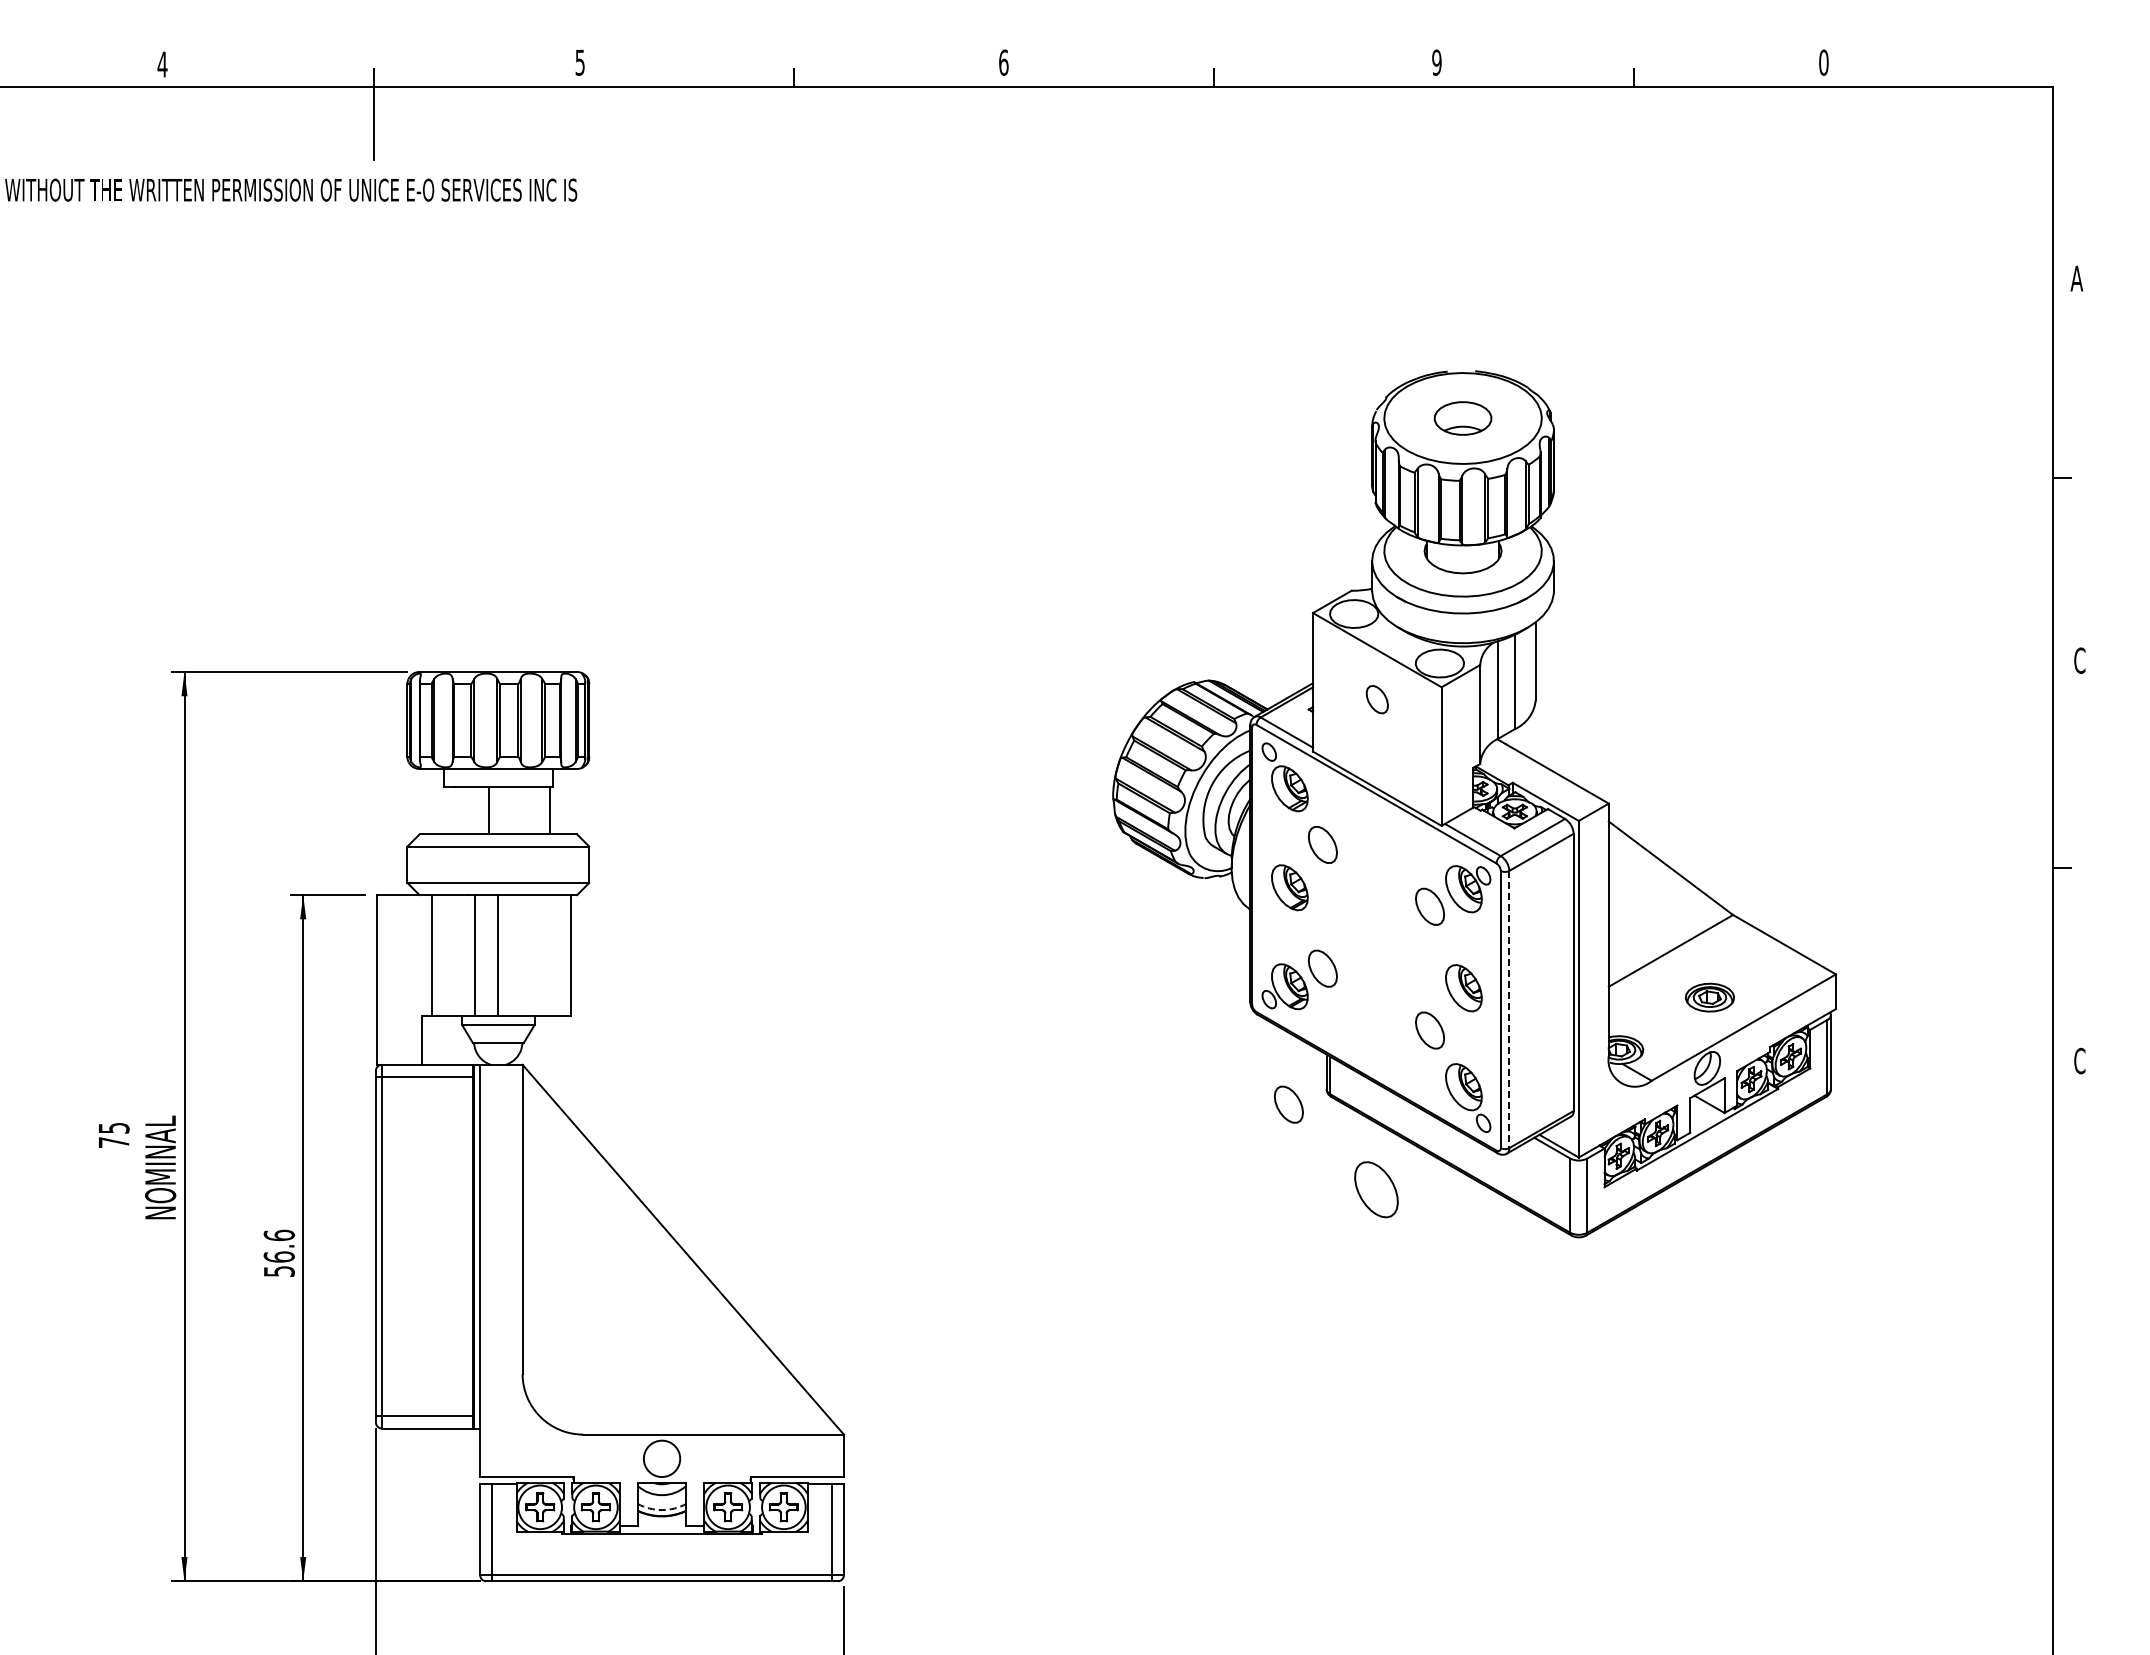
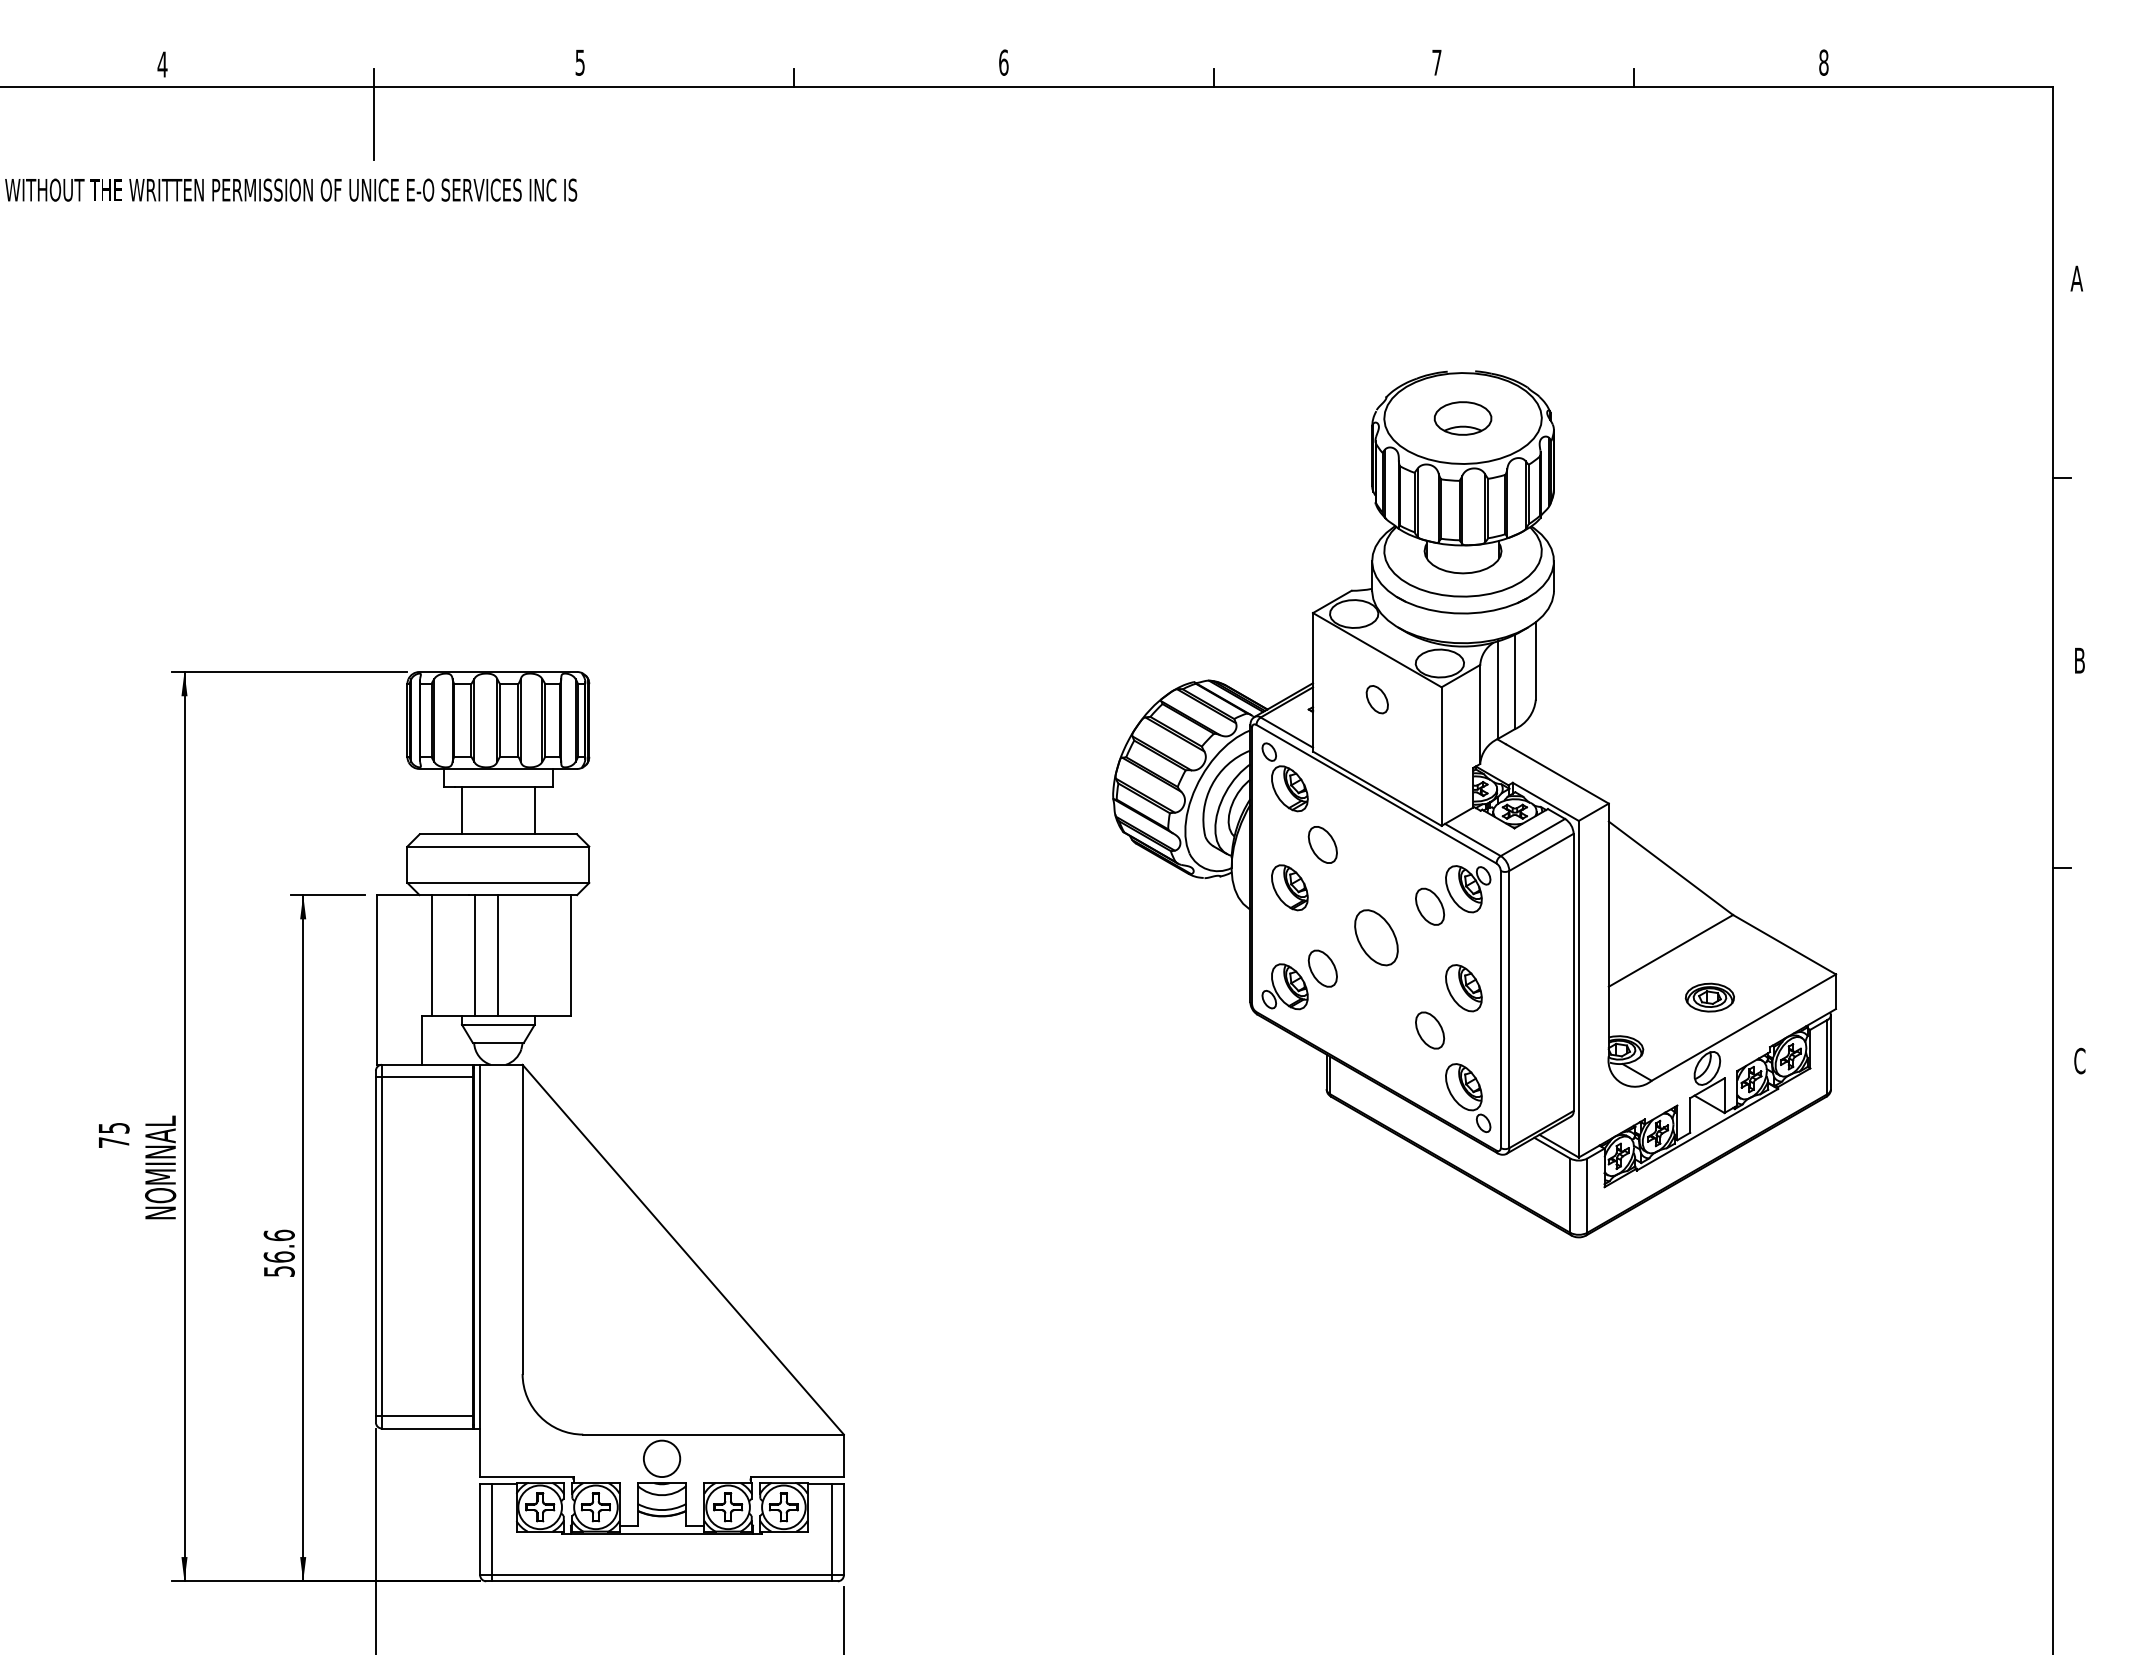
text at (1436, 62): 9 -> 7
text at (1823, 62): 0 -> 8
text at (2079, 660): C -> B
line at (488, 810) position: (488, 810) -> (461, 810)
line at (549, 810) position: (549, 810) -> (534, 810)
line at (1509, 1009): dashed -> solid
part at (1288, 1104): present -> none
part at (1376, 1189) position: (1376, 1189) -> (1376, 937)
arc at (662, 1510): dashed -> solid
